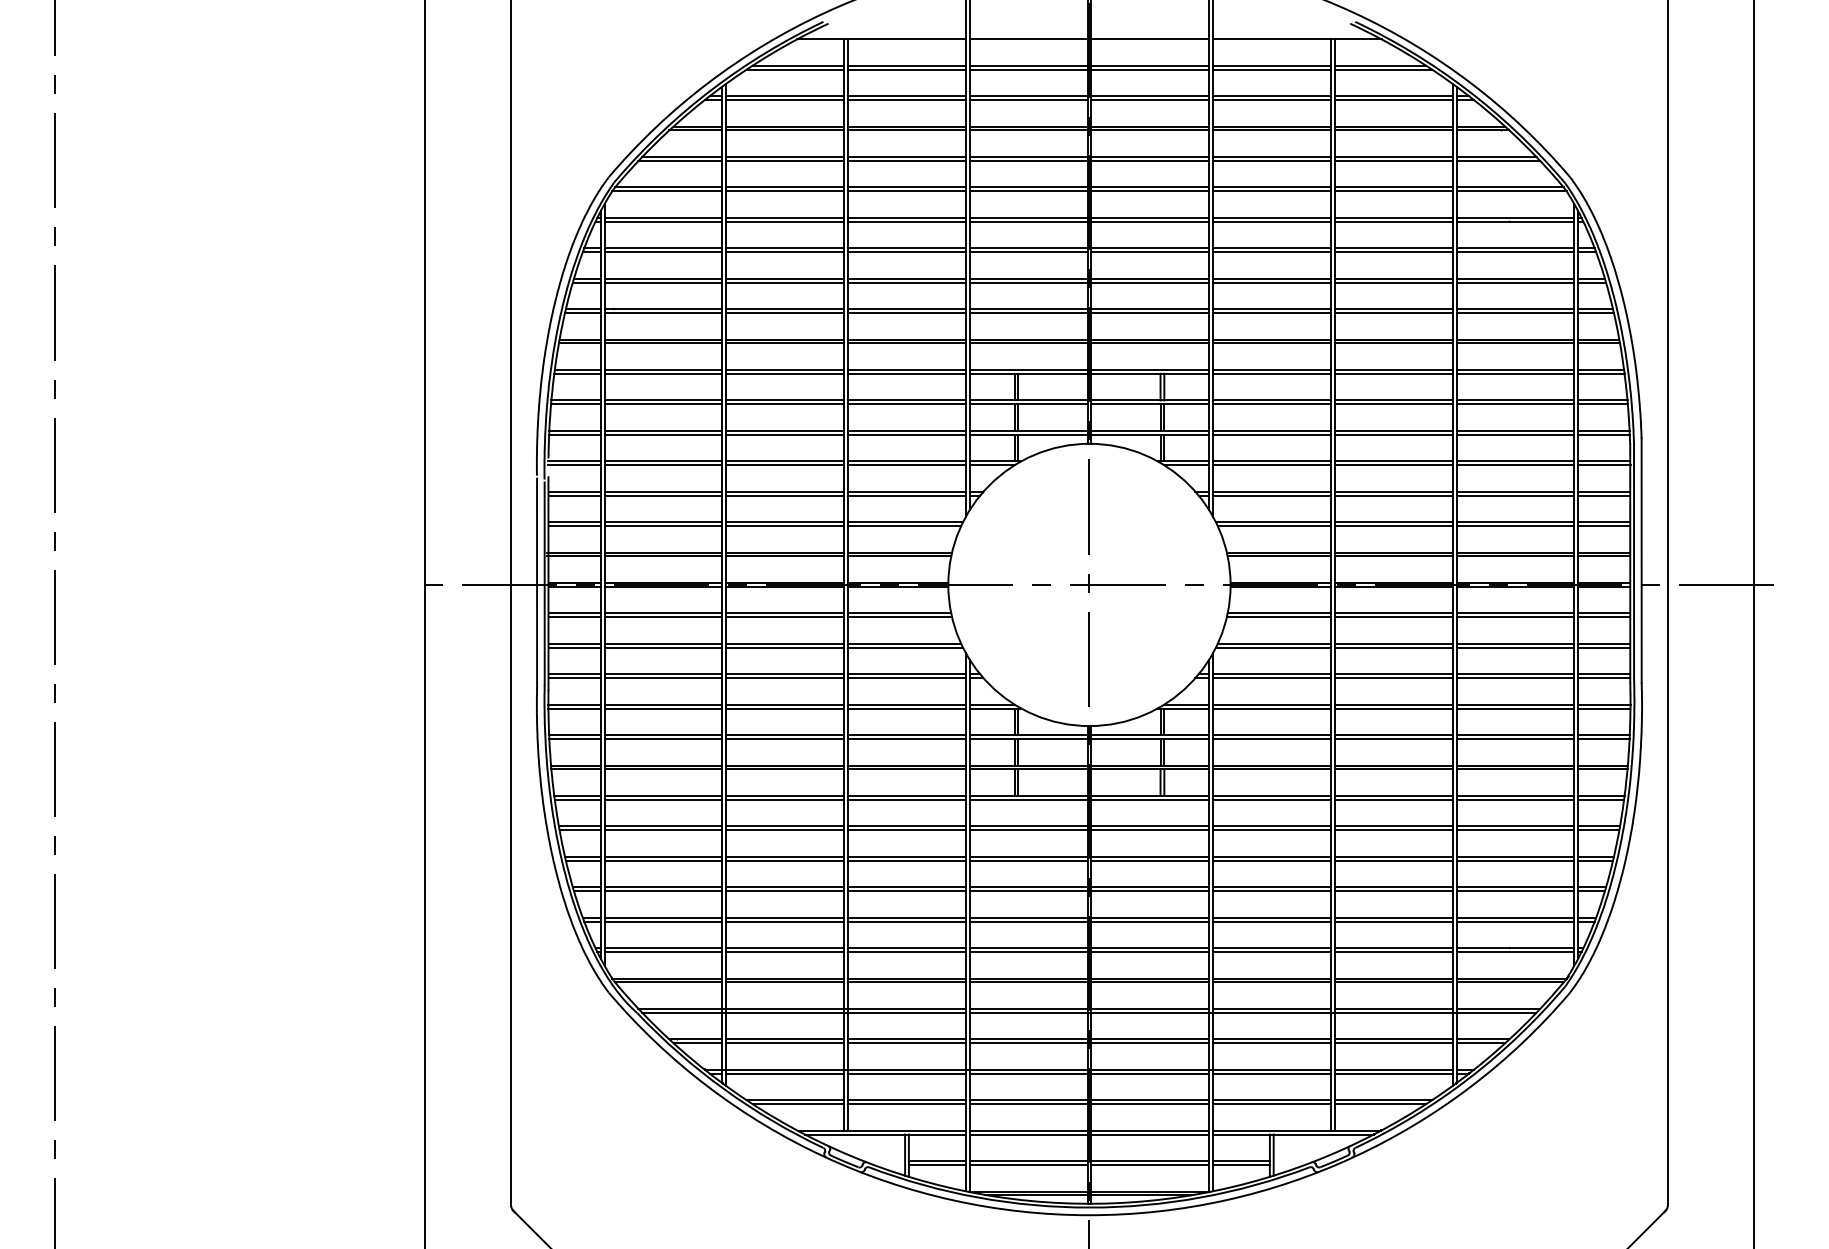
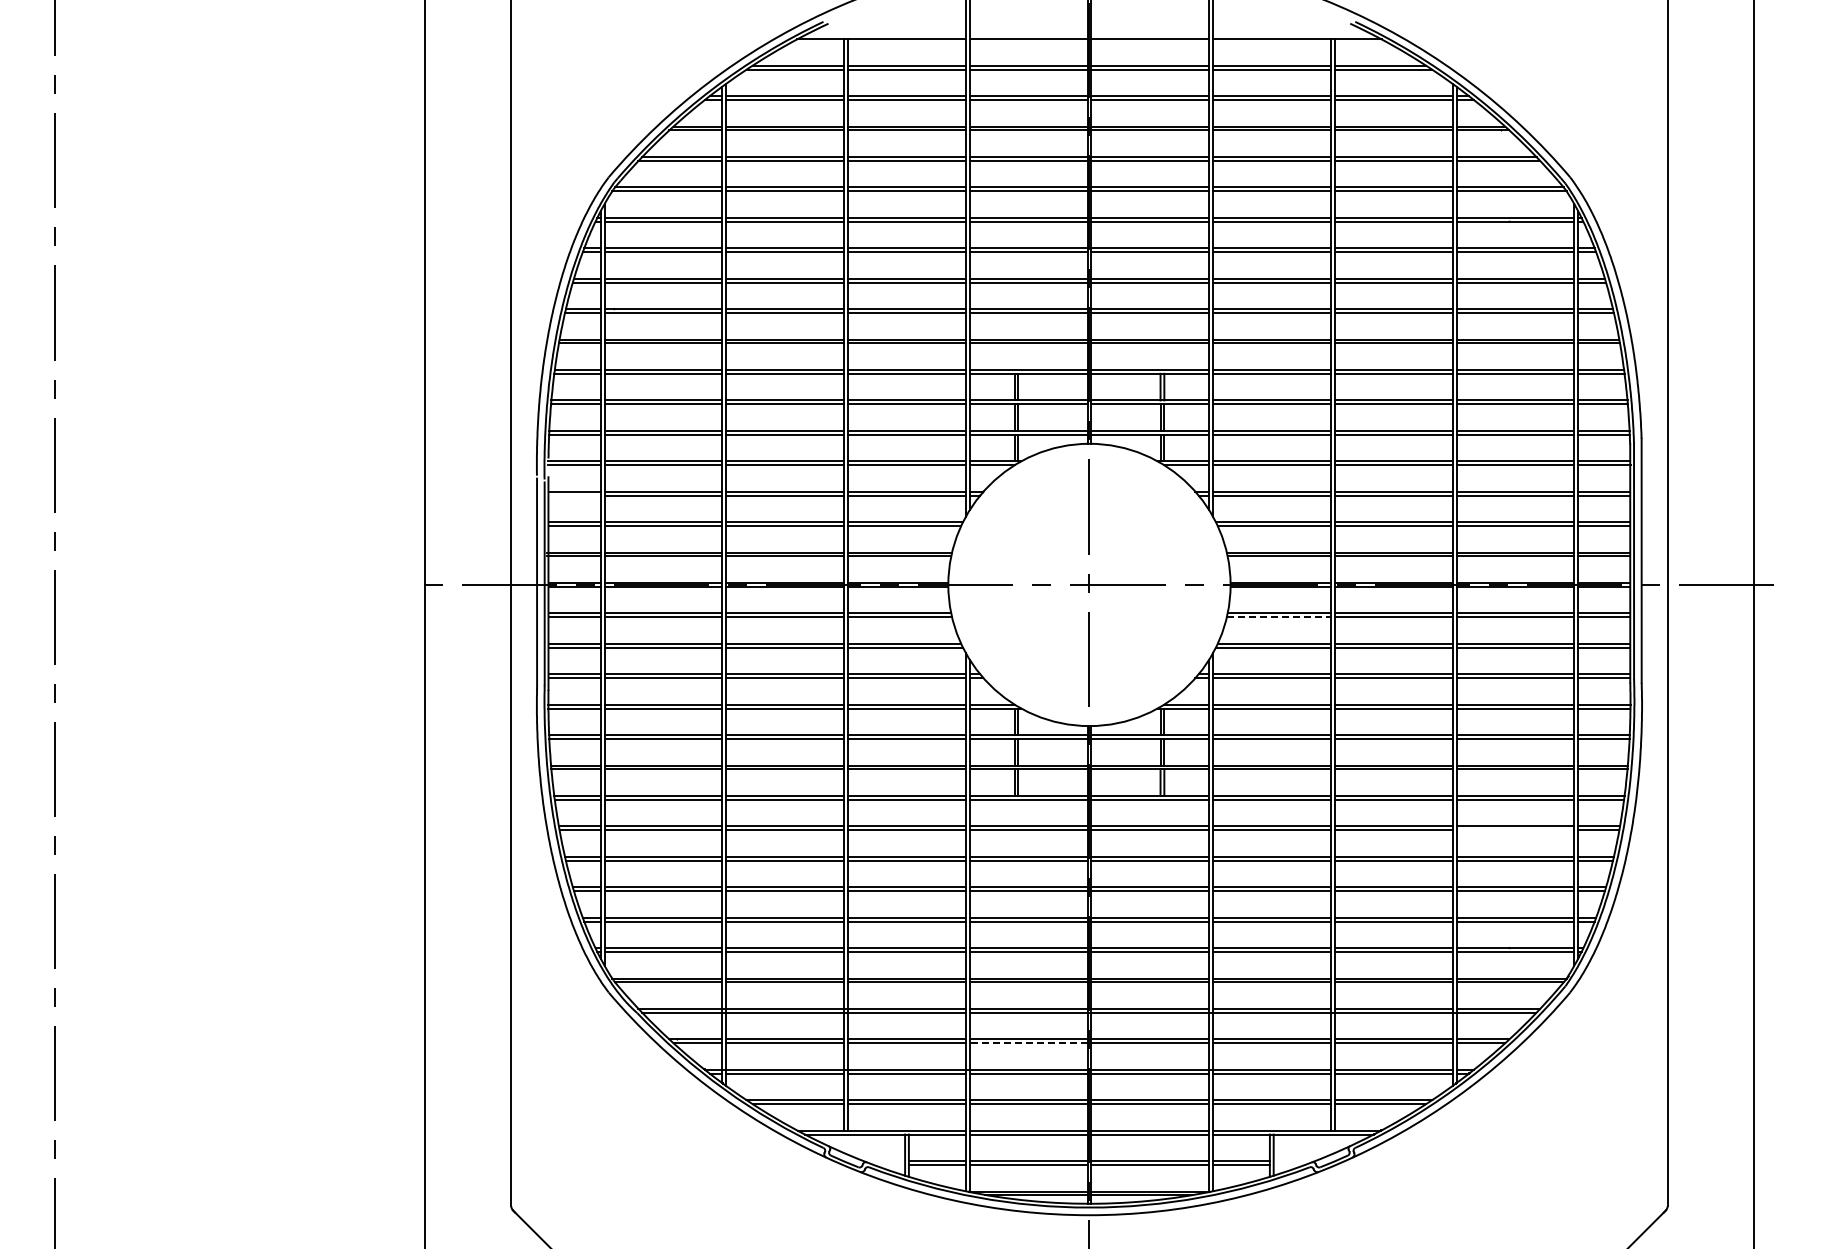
line at (574, 495): present -> none
line at (1279, 617): solid -> dashed
line at (1515, 830): present -> none
line at (1028, 1043): solid -> dashed
